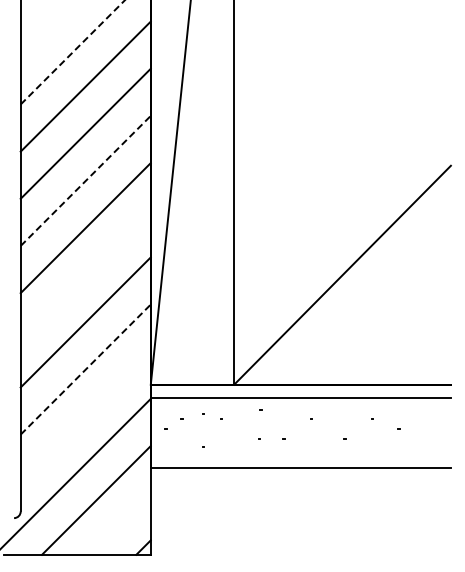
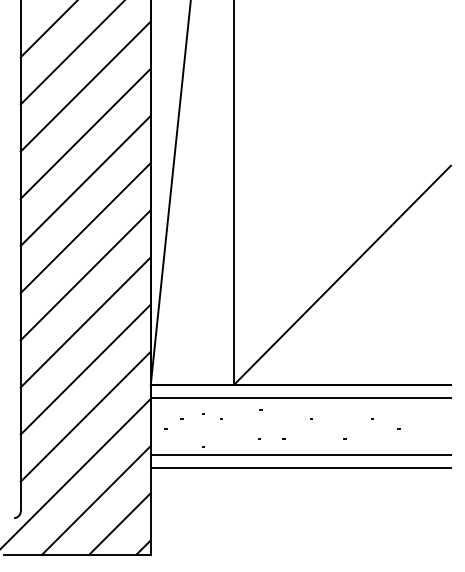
line at (47, 29): none -> present
line at (73, 52): dashed -> solid
line at (85, 180): dashed -> solid
line at (85, 275): none -> present
line at (85, 369): dashed -> solid
line at (85, 416): none -> present
line at (300, 454): none -> present
line at (119, 523): none -> present
